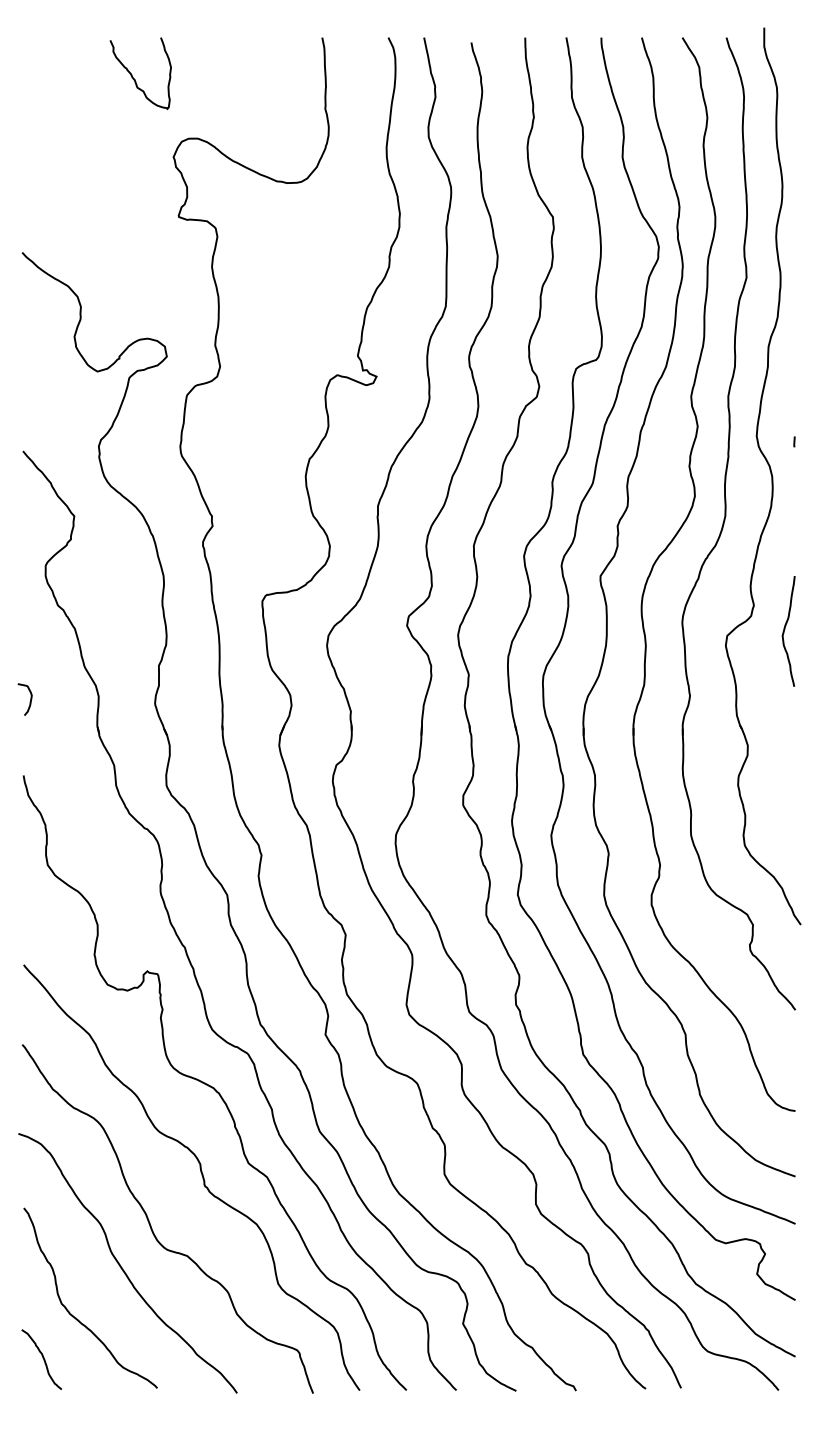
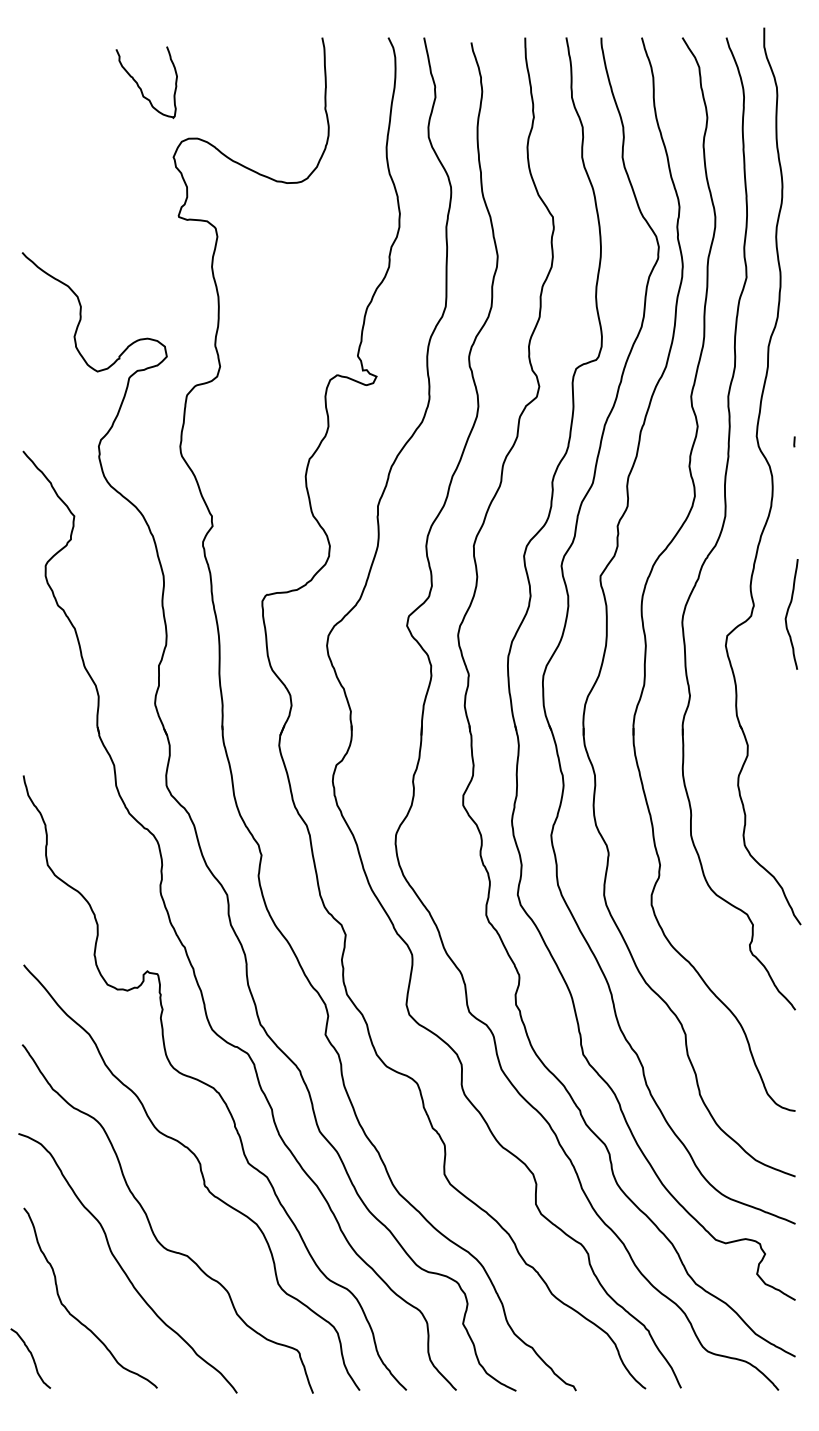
curve at (133, 76) position: (133, 76) -> (139, 85)
curve at (785, 629) position: (785, 629) -> (788, 612)
curve at (29, 702): present -> none
curve at (42, 1358) position: (42, 1358) -> (31, 1357)
